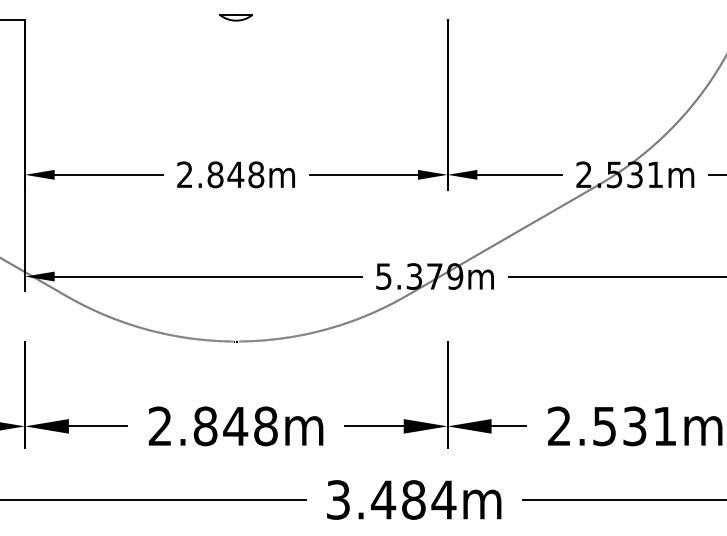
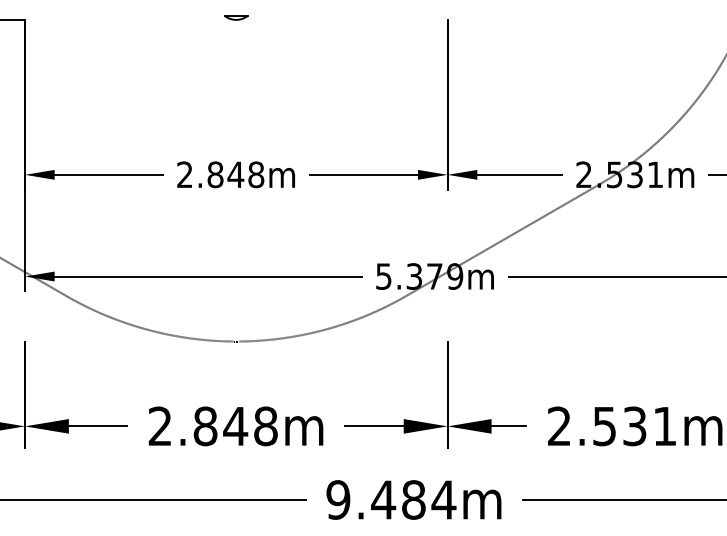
part at (235, 17) size: 34x8 px -> 25x6 px
text at (338, 499): 3.484m -> 9.484m
